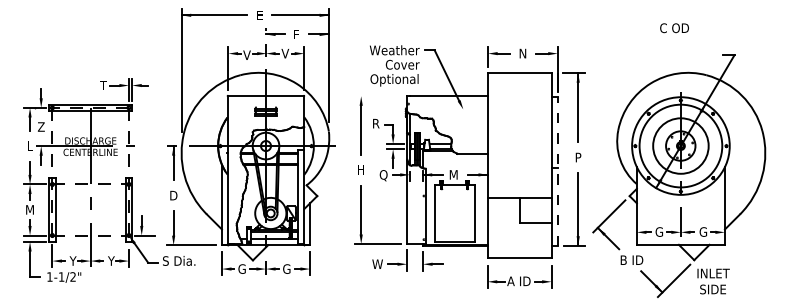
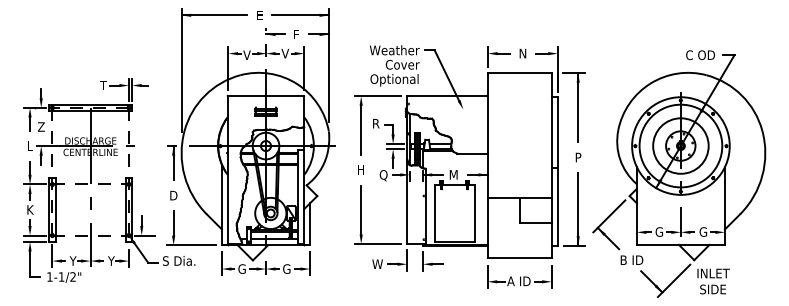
text at (674, 28) position: (674, 28) -> (700, 55)
line at (377, 96): none -> present
line at (557, 170): dashed -> solid
text at (29, 209): M -> K
